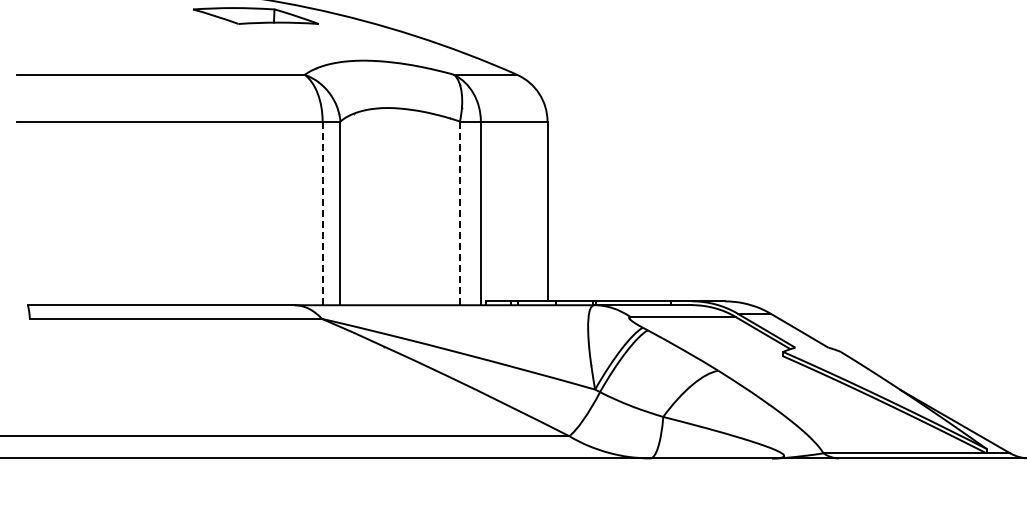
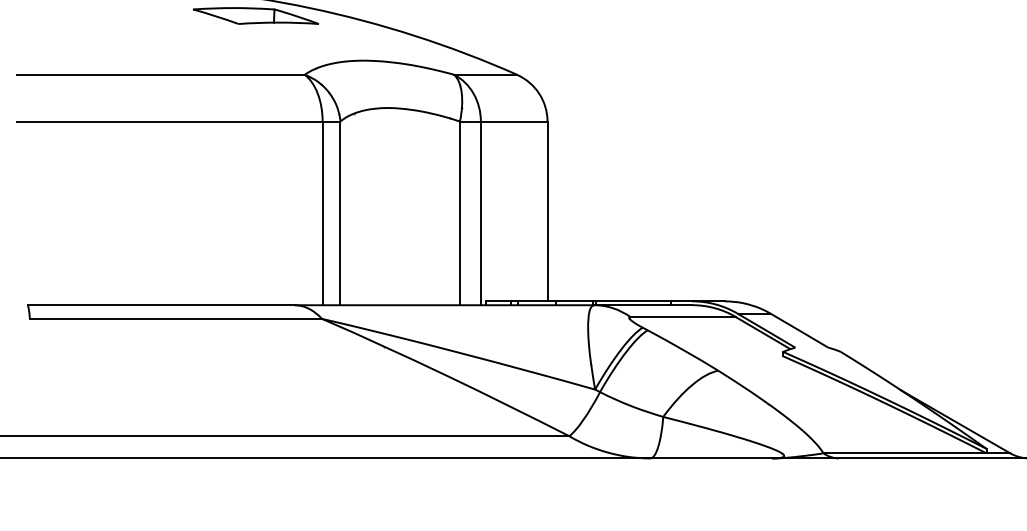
line at (322, 213): dashed -> solid
line at (459, 213): dashed -> solid
